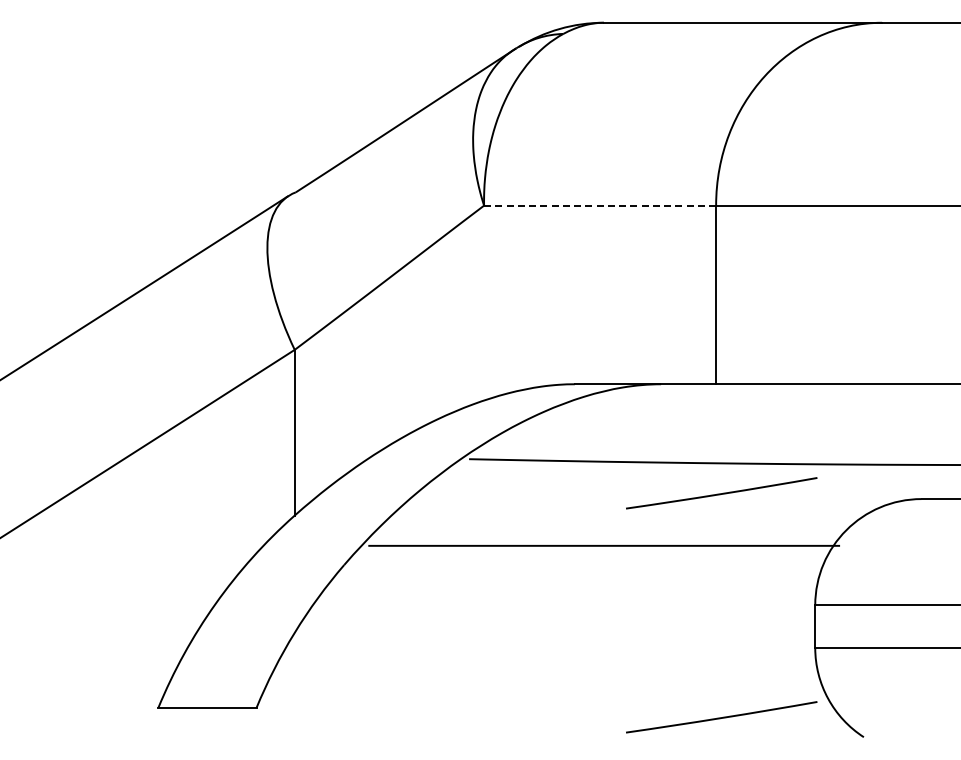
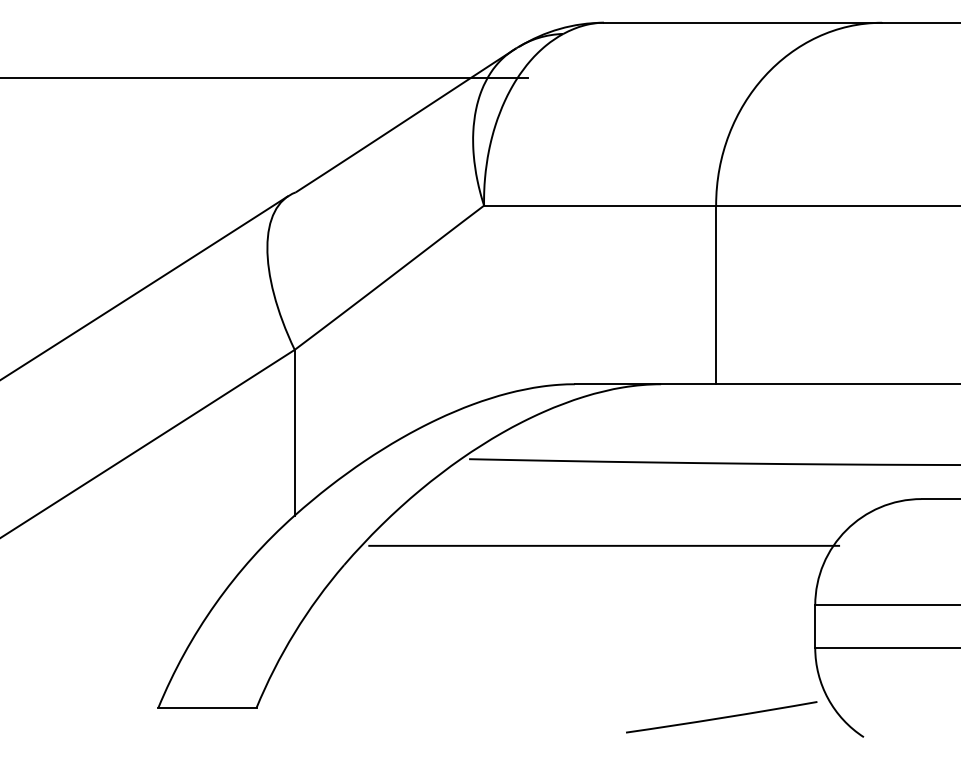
line at (265, 78): none -> present
line at (599, 205): dashed -> solid
line at (721, 493): present -> none
